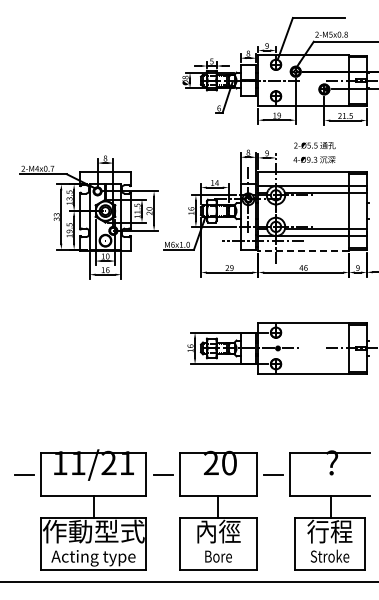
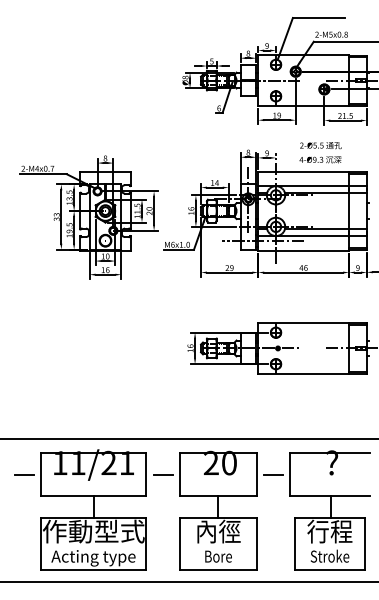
text at (314, 152) position: (314, 152) -> (320, 152)
line at (303, 250): dashed -> solid
line at (188, 439): none -> present
